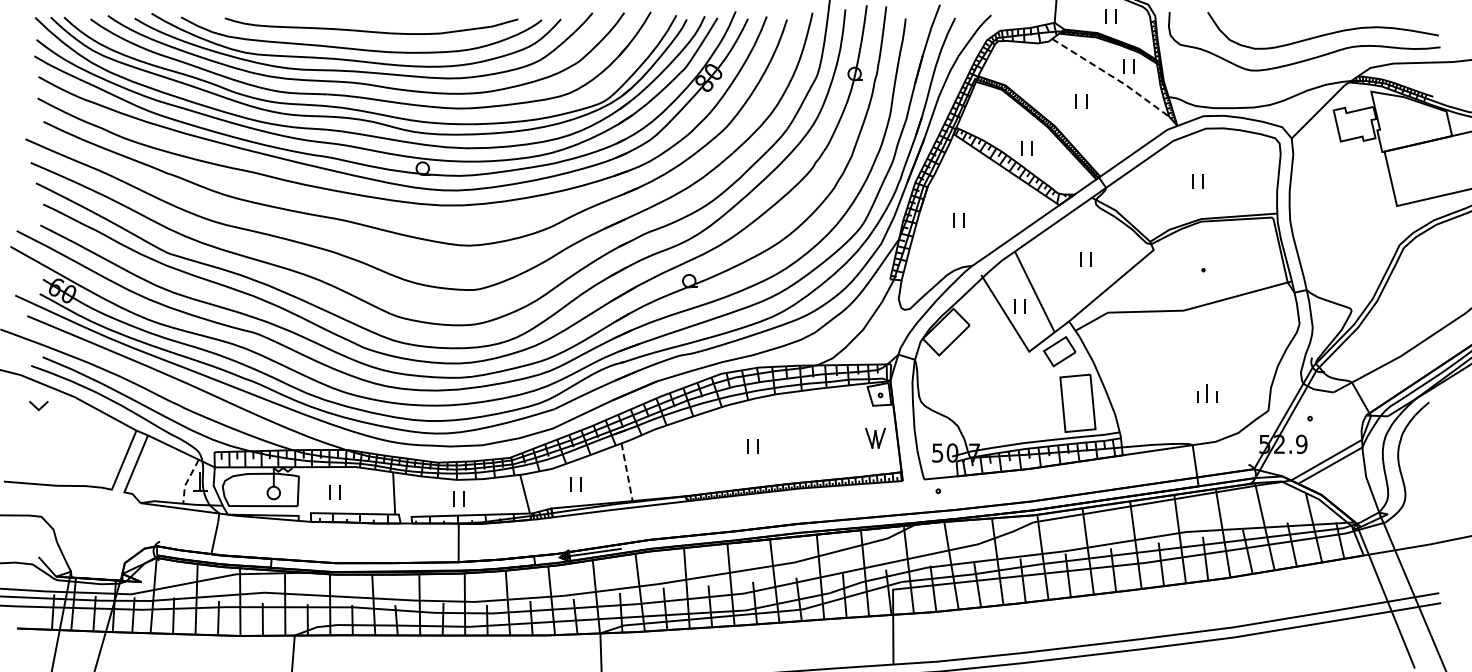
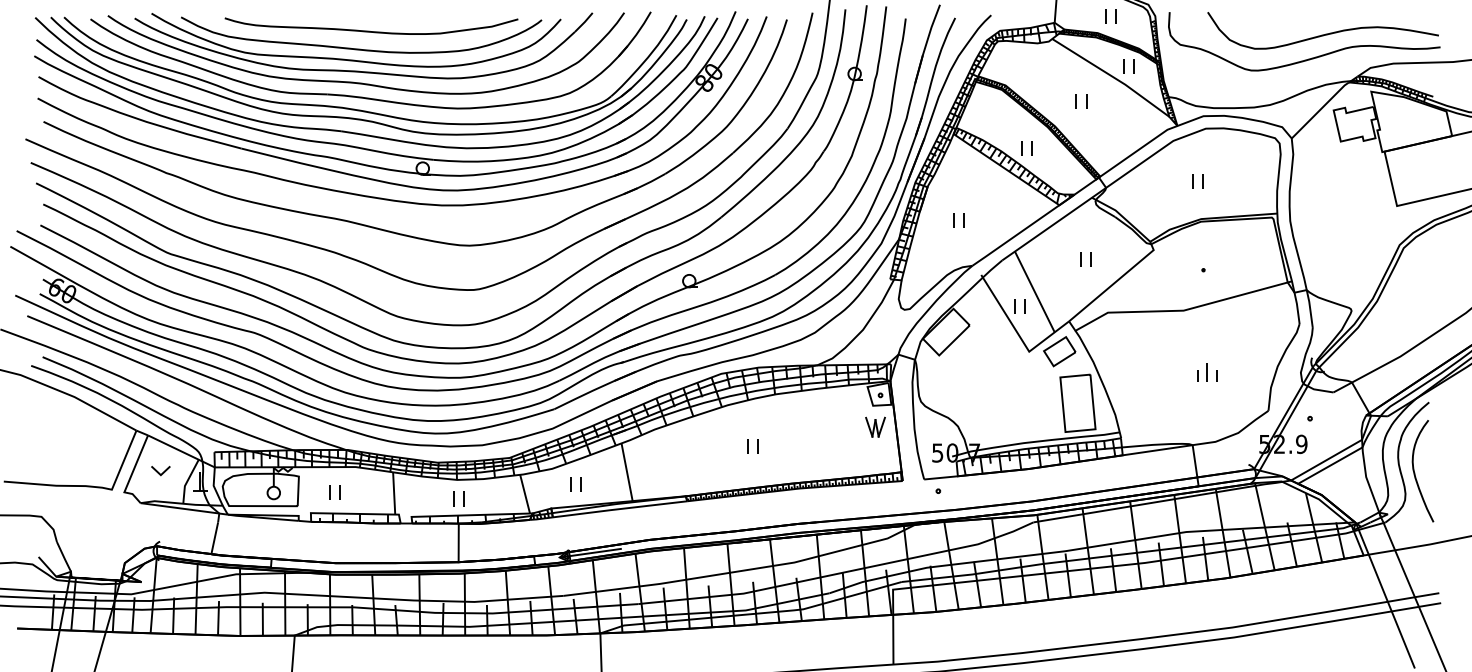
line at (1111, 76): dashed -> solid
part at (1207, 393) position: (1207, 393) -> (1207, 372)
part at (38, 406) position: (38, 406) -> (160, 471)
part at (875, 437) position: (875, 437) -> (875, 426)
line at (627, 472): dashed -> solid
curve at (1415, 472): none -> present
line at (187, 481): dashed -> solid
